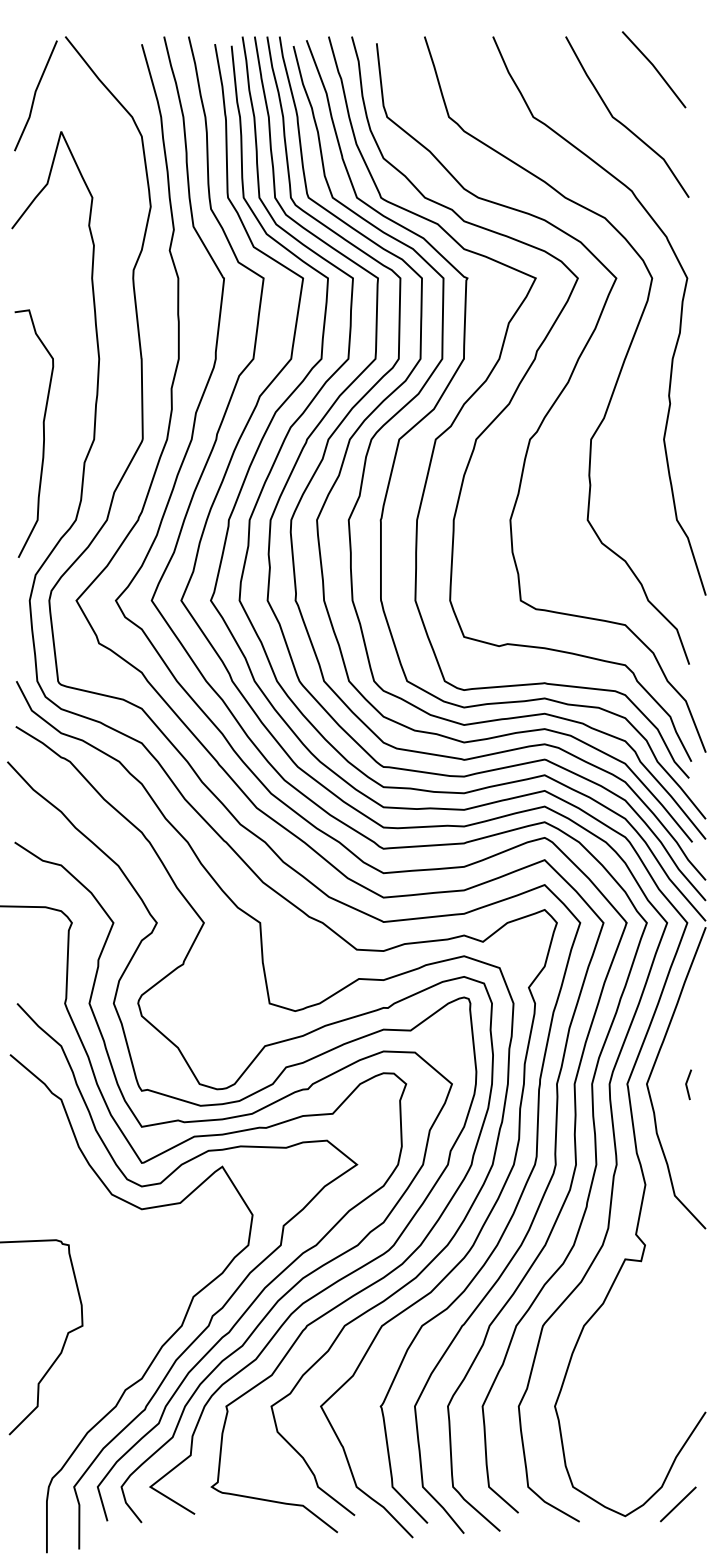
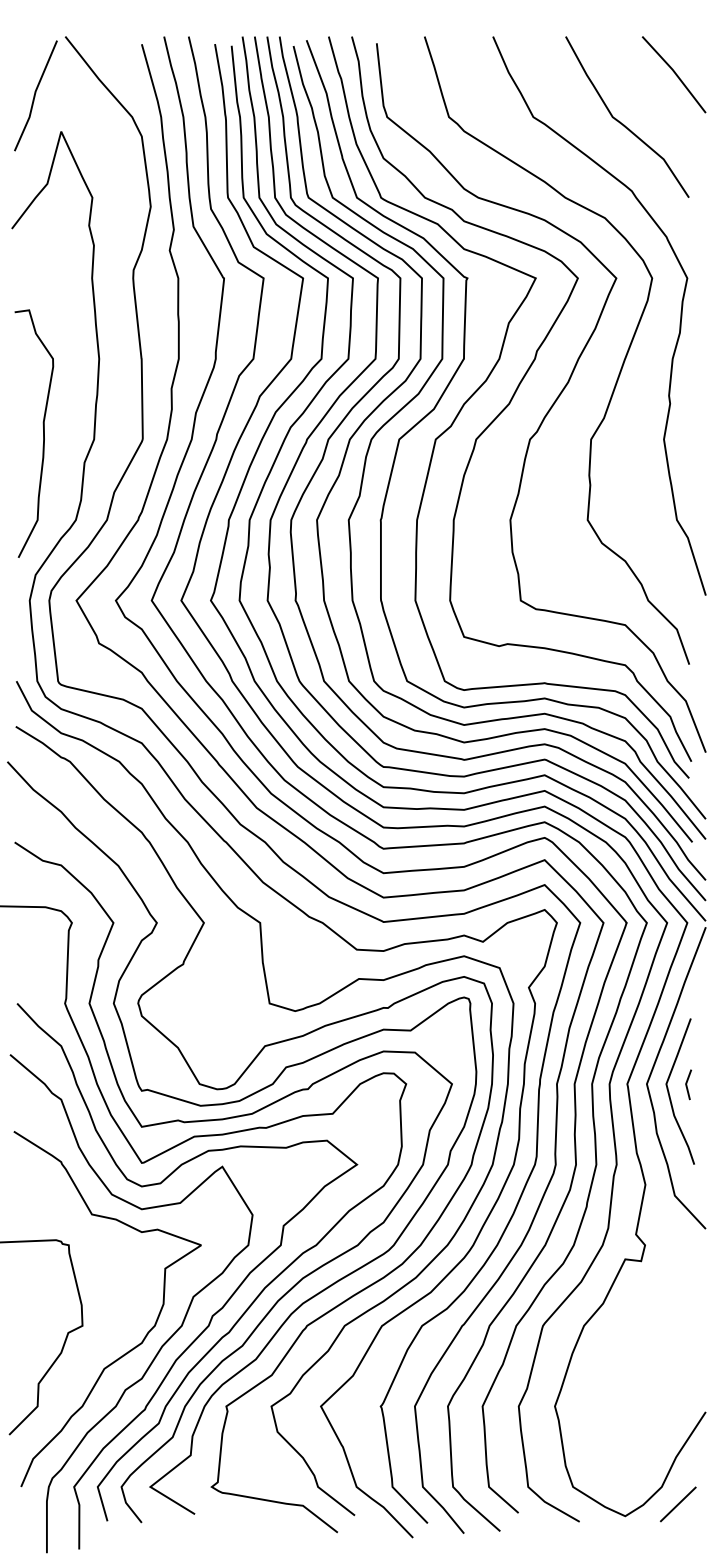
line at (654, 68) position: (654, 68) -> (674, 73)
curve at (670, 1095): none -> present
curve at (146, 1333): none -> present
